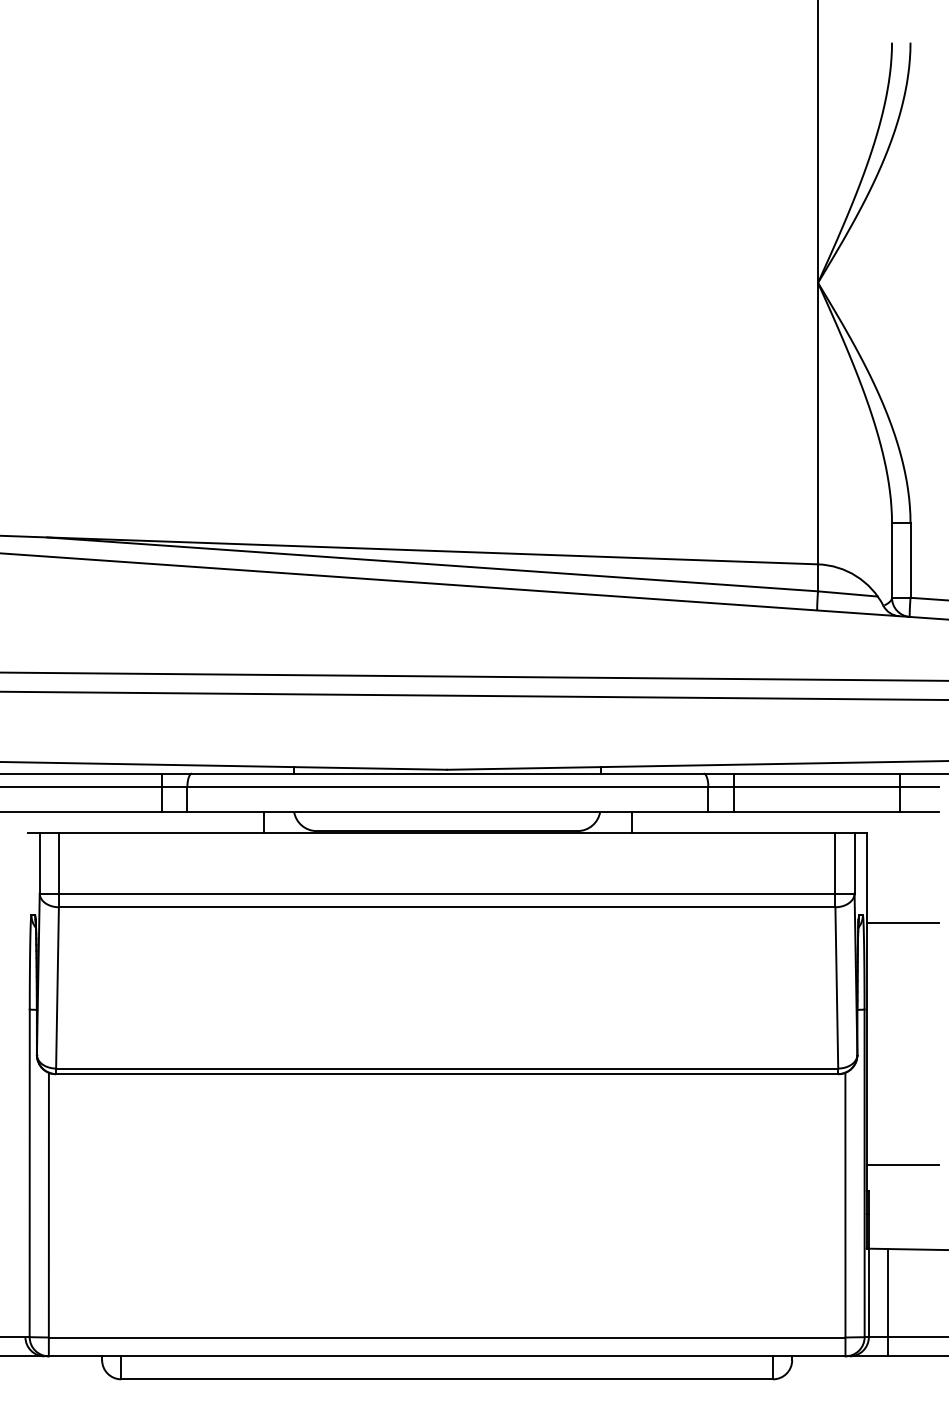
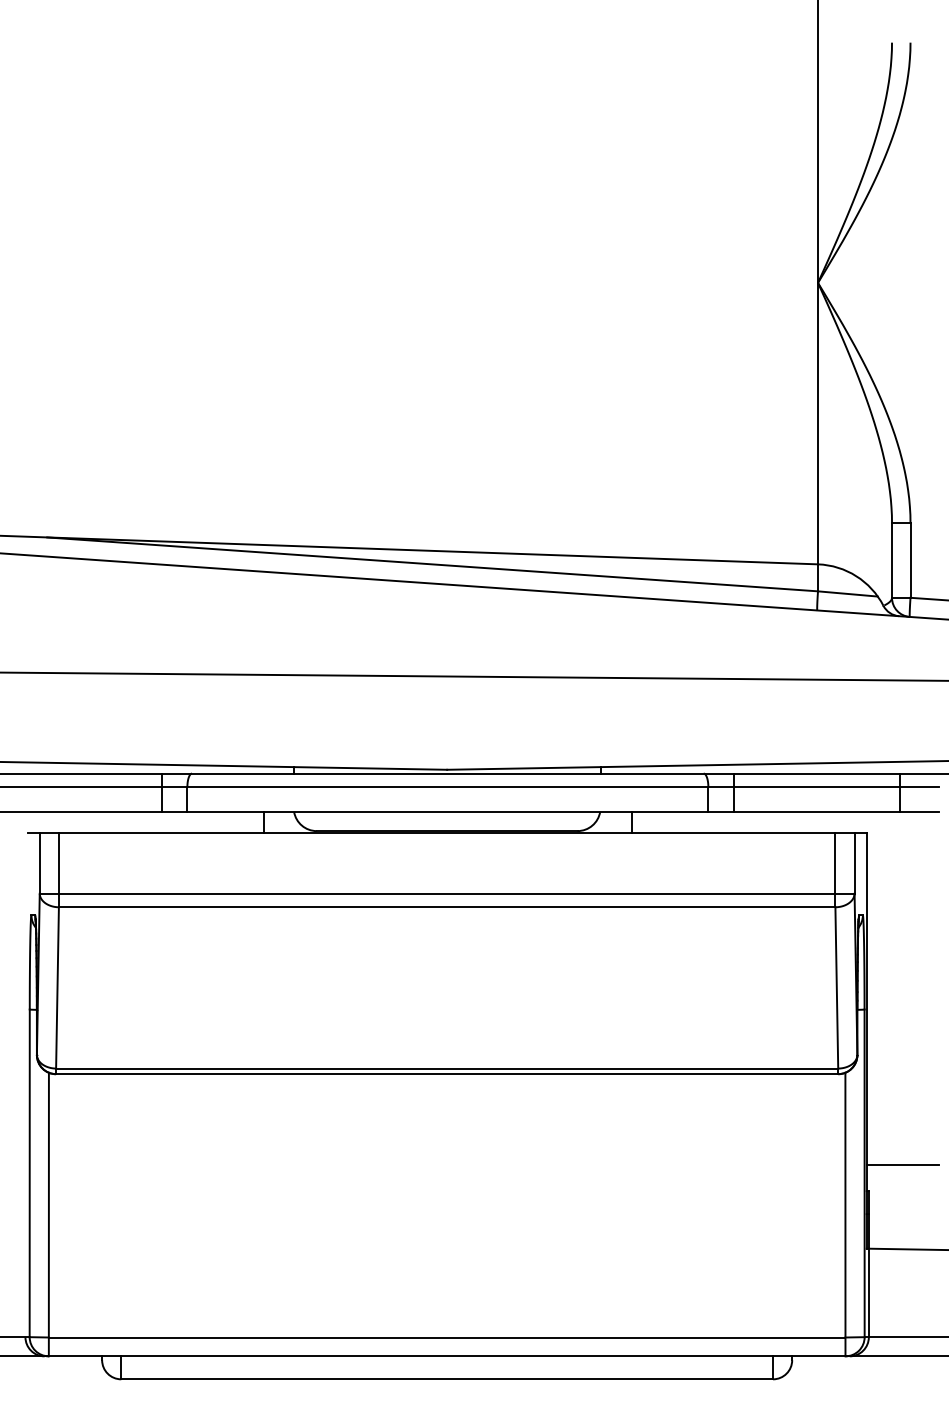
line at (473, 695): present -> none
line at (902, 923): present -> none
line at (888, 1302): present -> none
